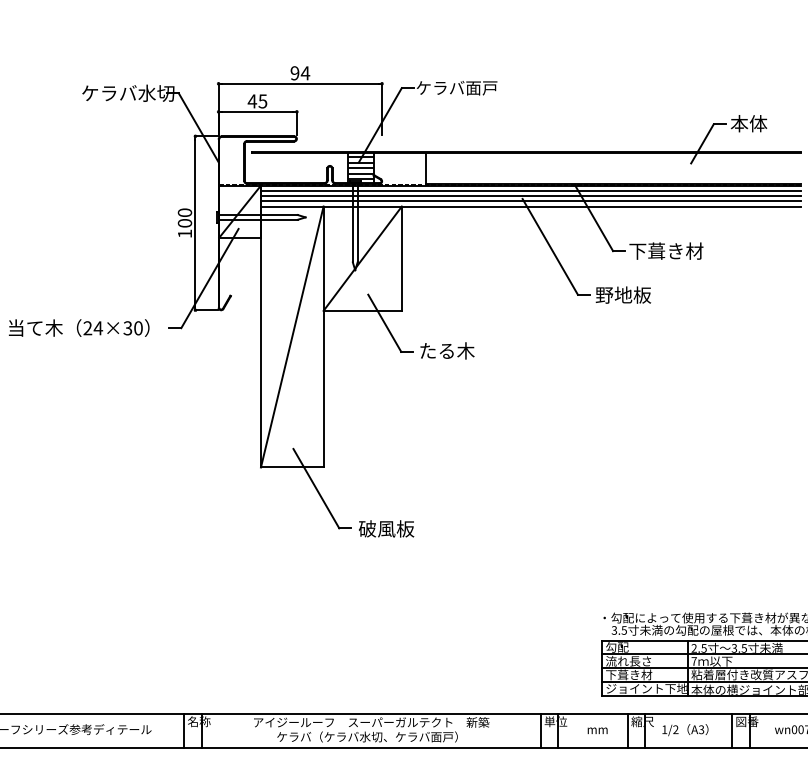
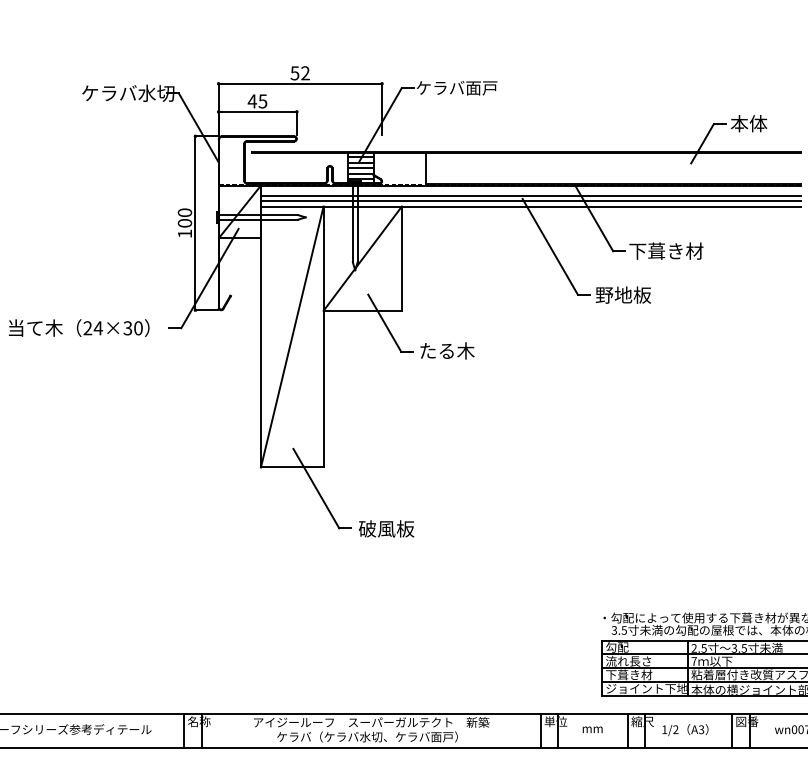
text at (300, 73): 94 -> 52
line at (530, 190): present -> none
text at (597, 730) position: (597, 730) -> (592, 729)
